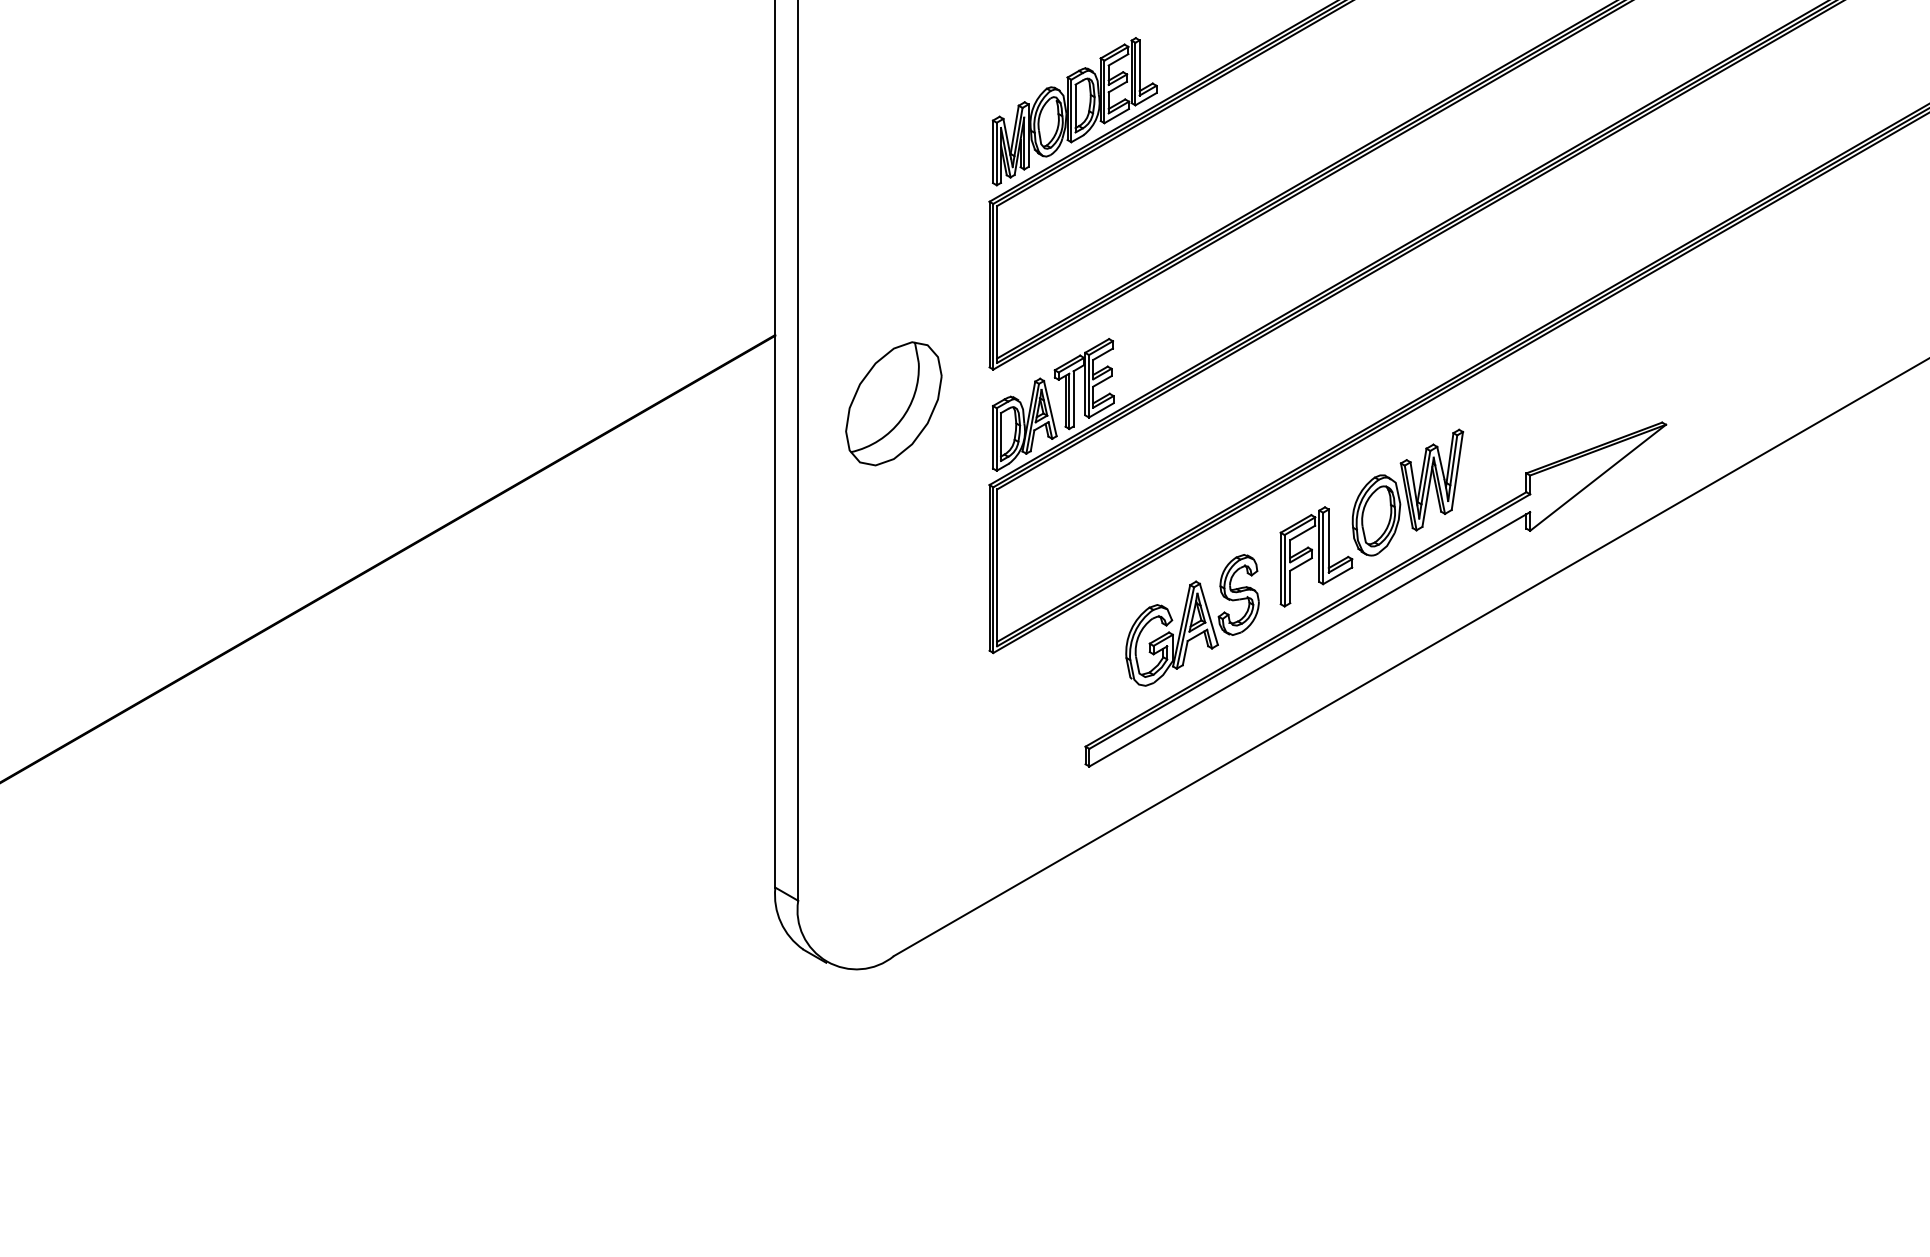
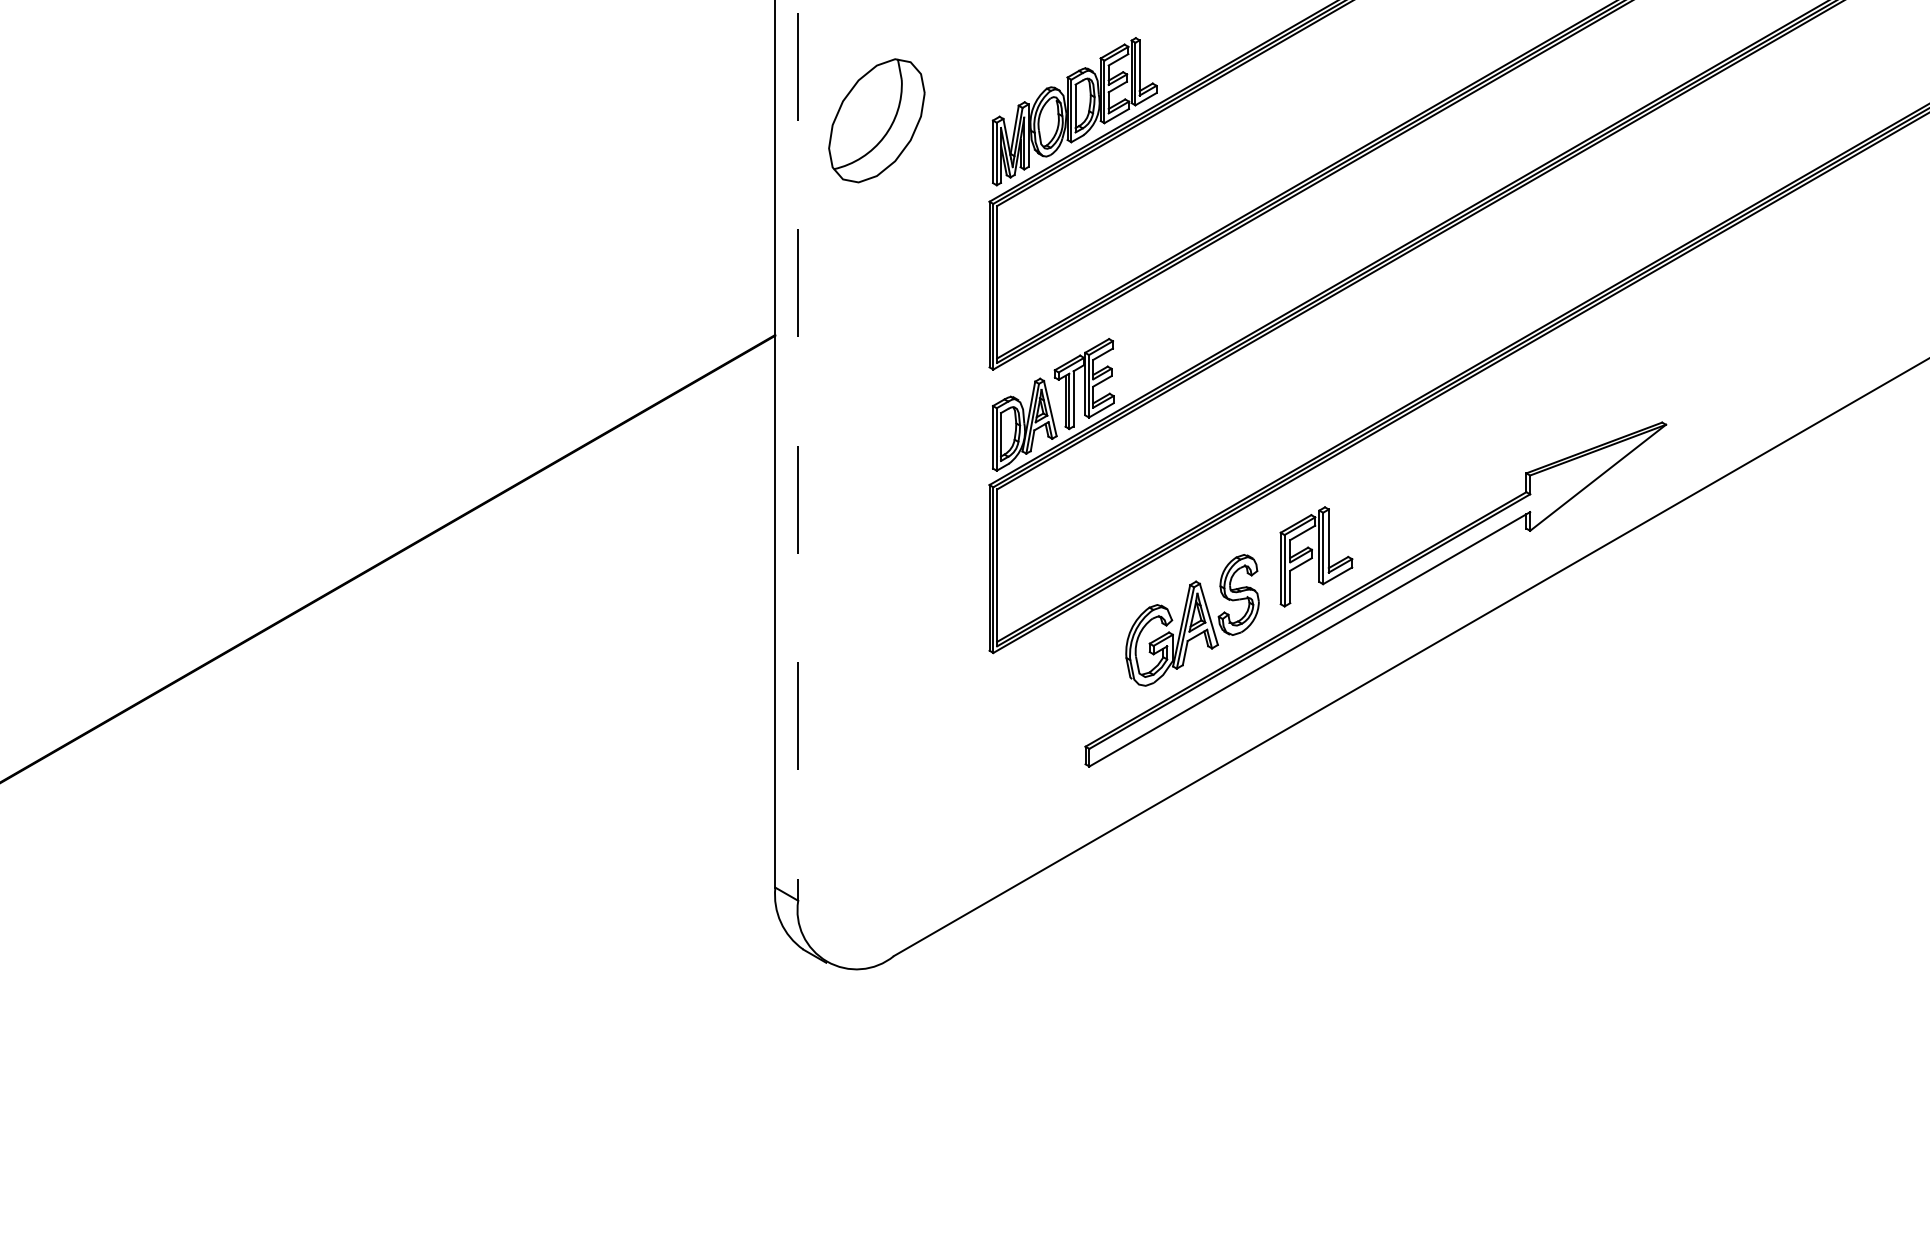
part at (893, 403) position: (893, 403) -> (876, 120)
line at (798, 451): solid -> dashed
part at (1407, 492): present -> none
